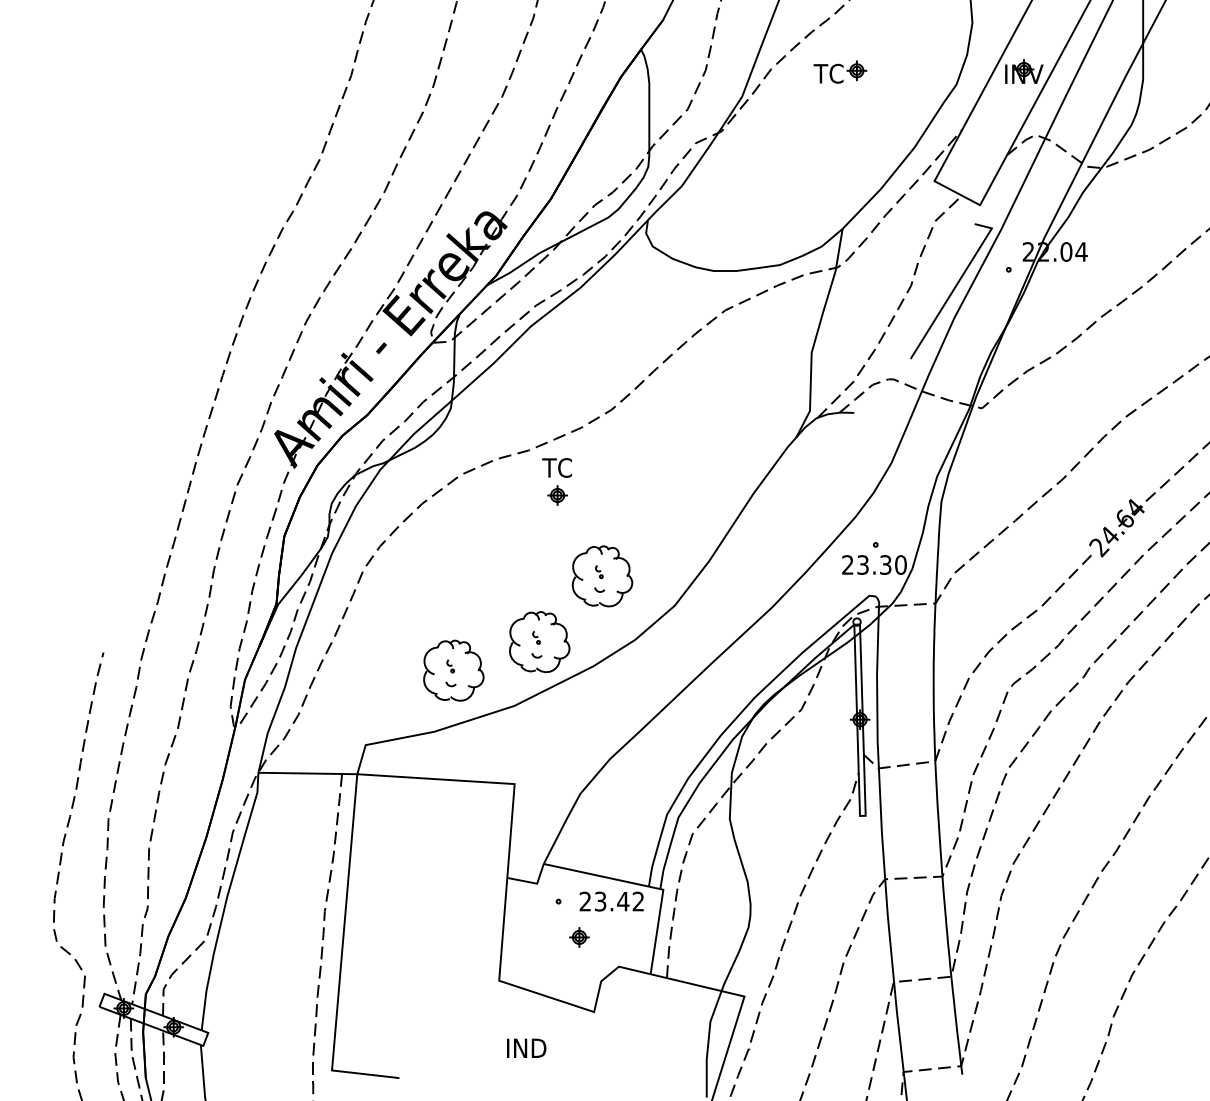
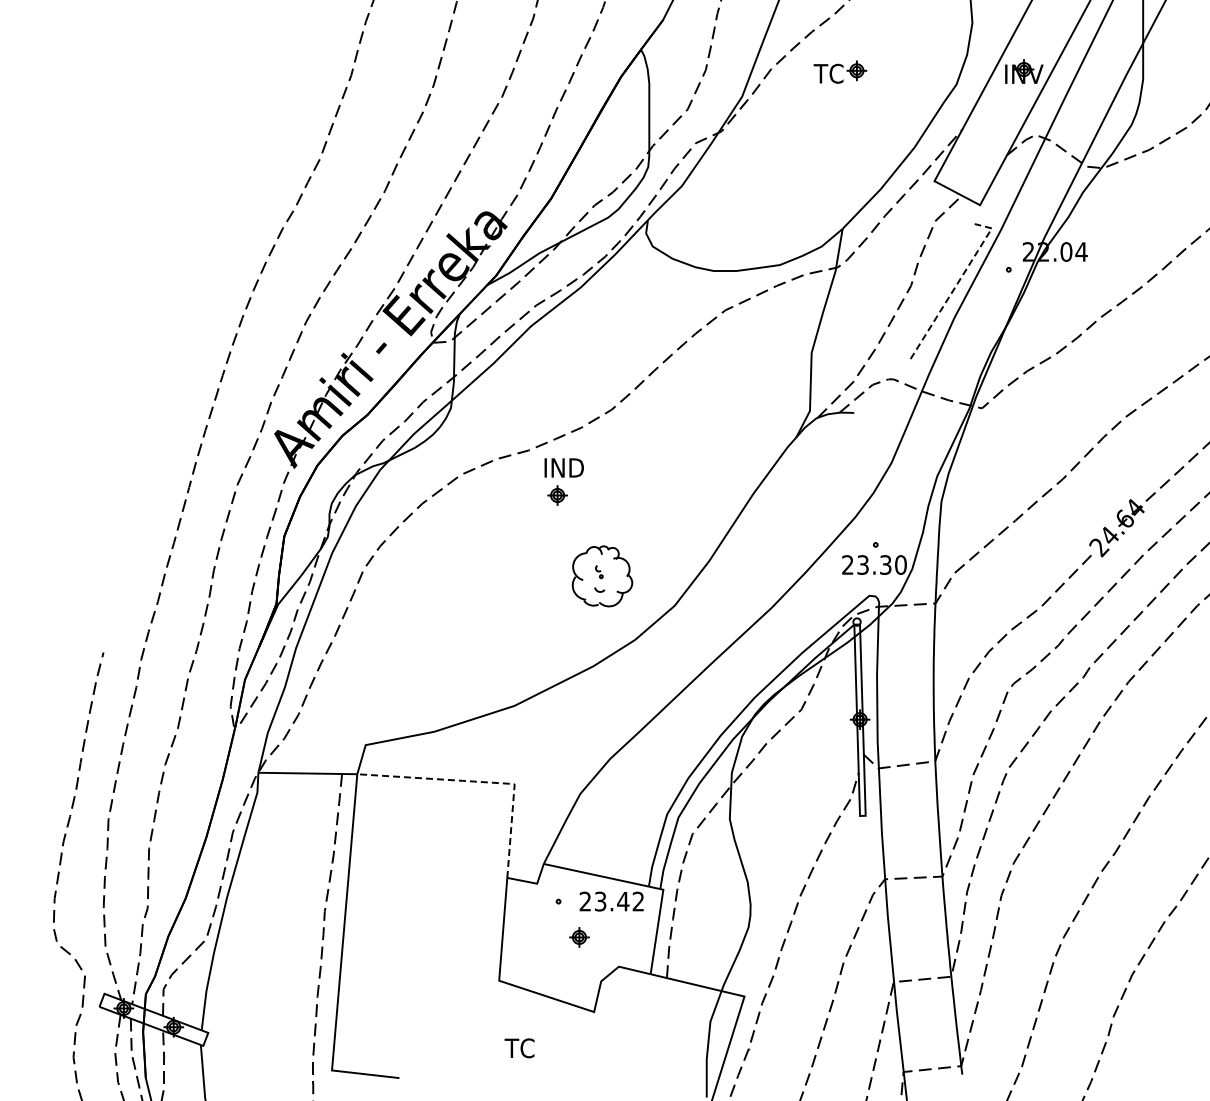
line at (956, 285): solid -> dashed
text at (562, 467): TC -> IND
part at (539, 642): present -> none
part at (453, 670): present -> none
line at (483, 782): solid -> dashed
text at (525, 1048): IND -> TC
